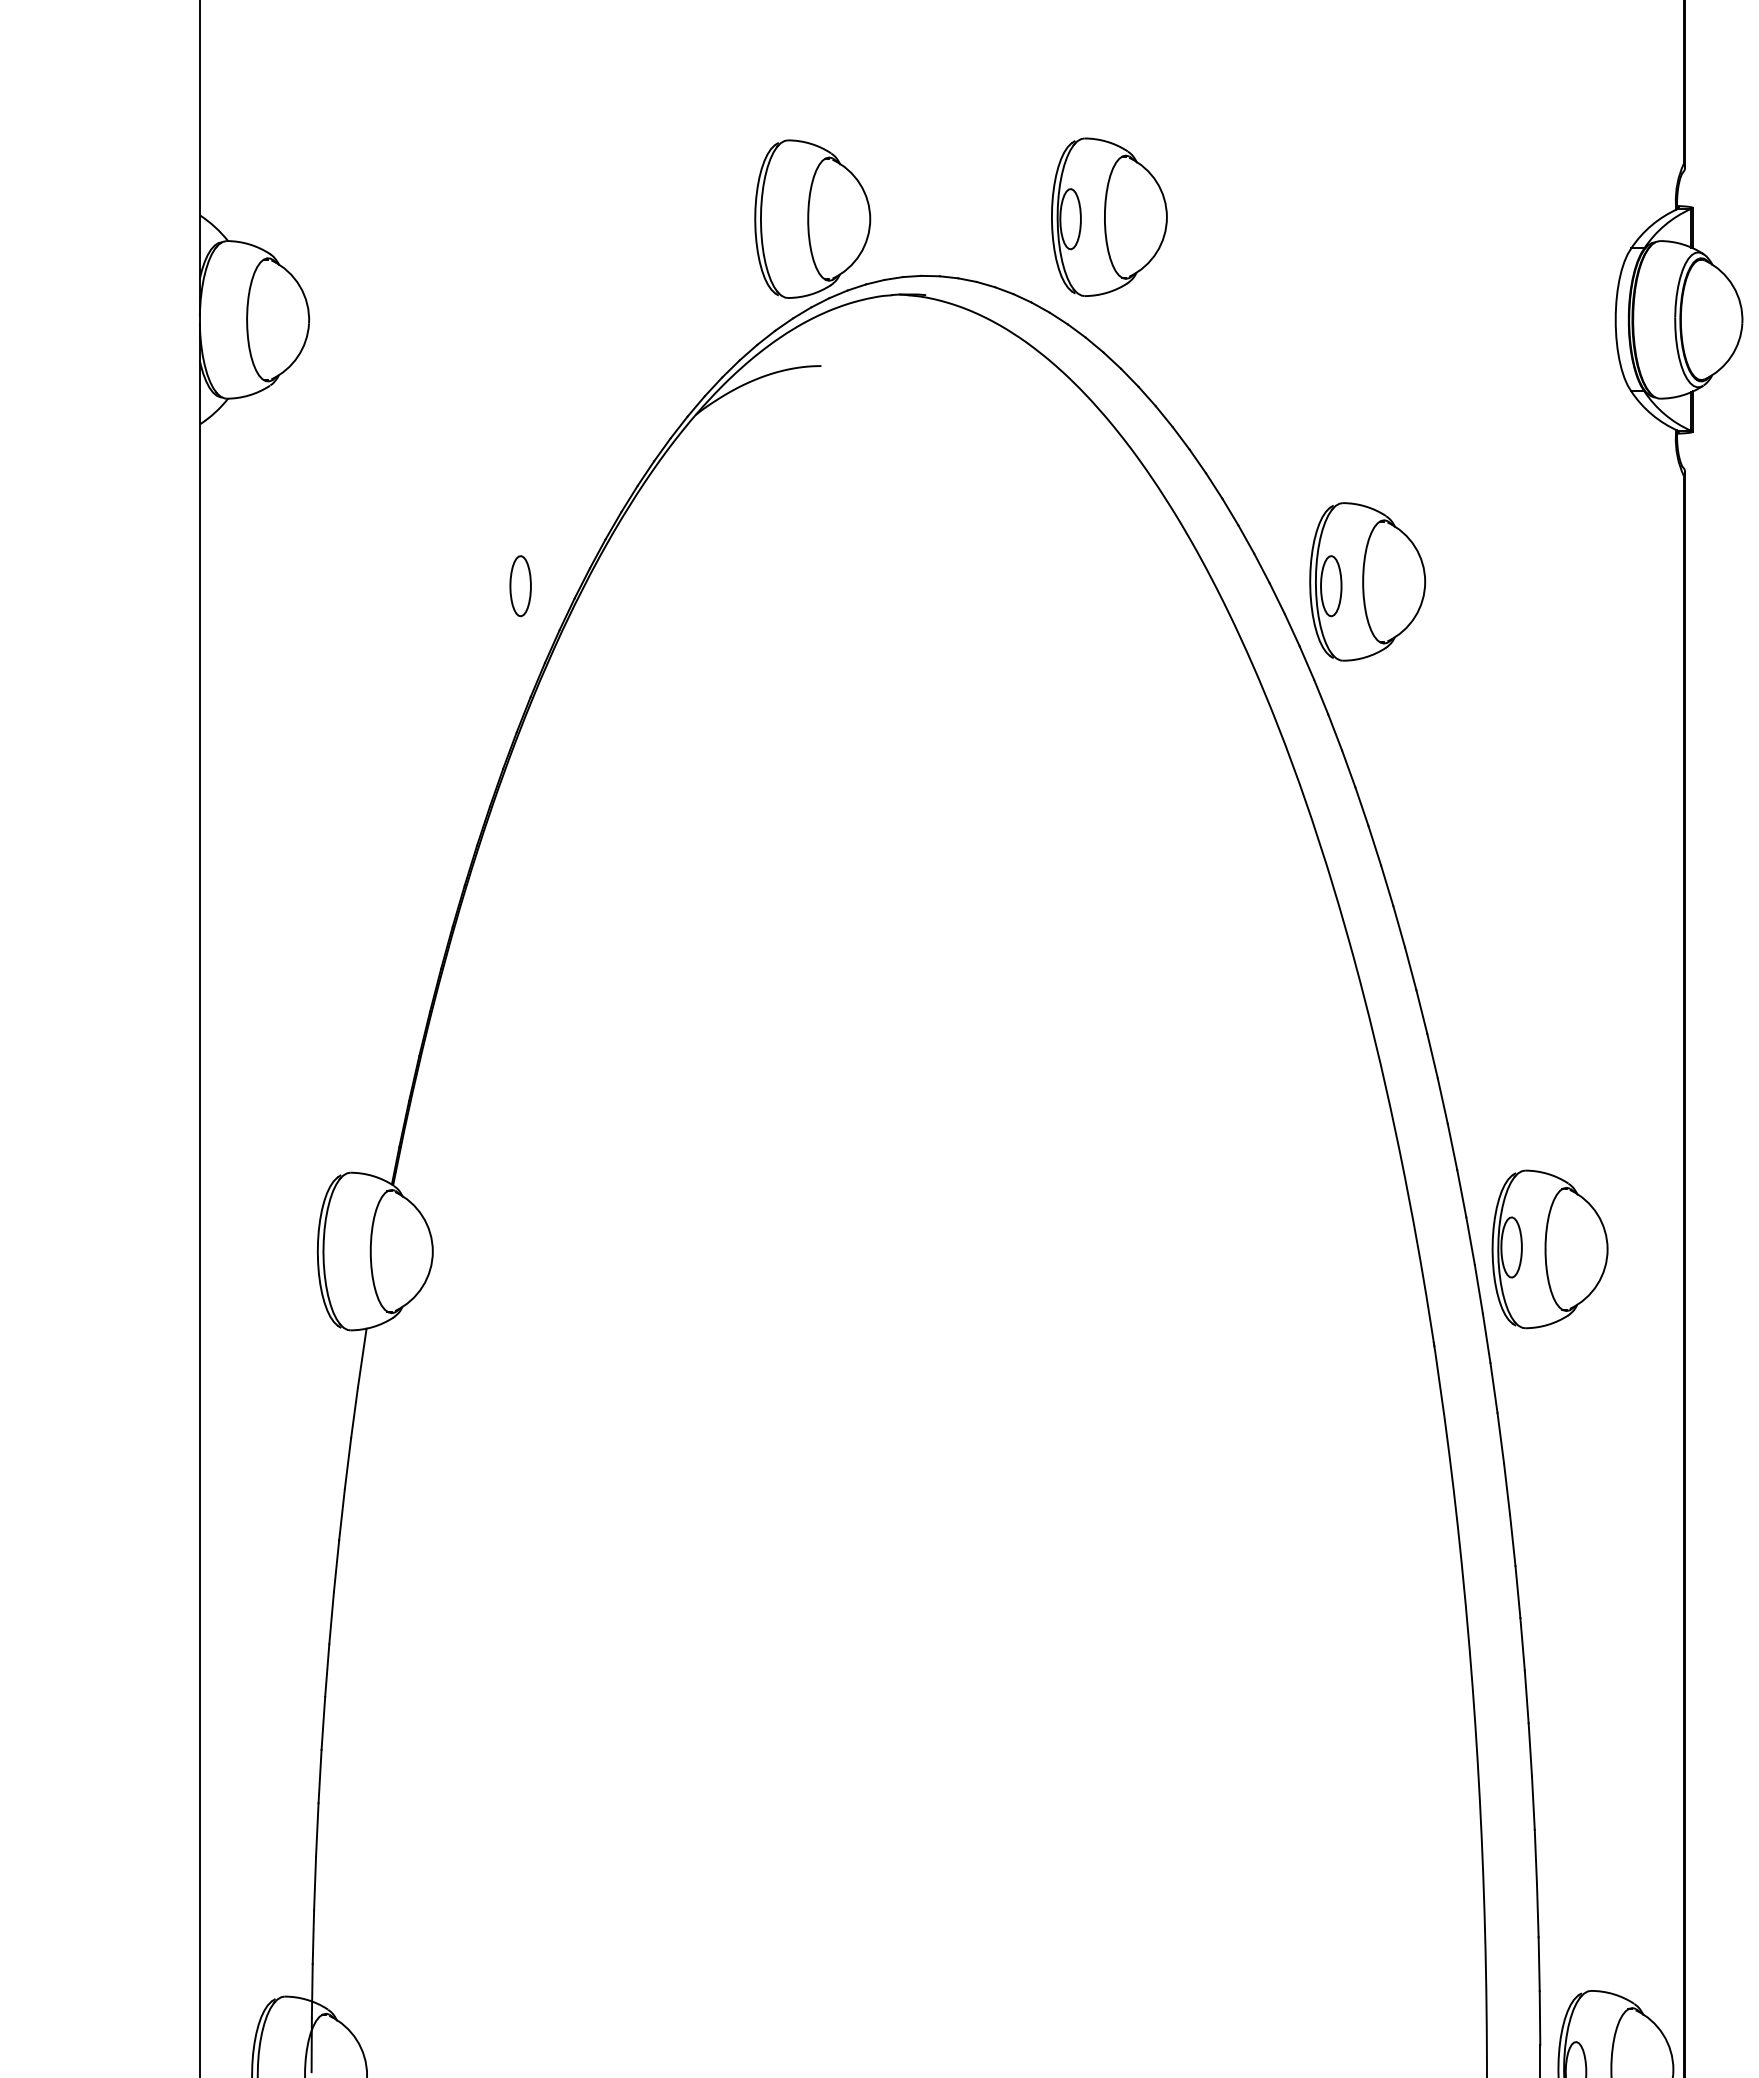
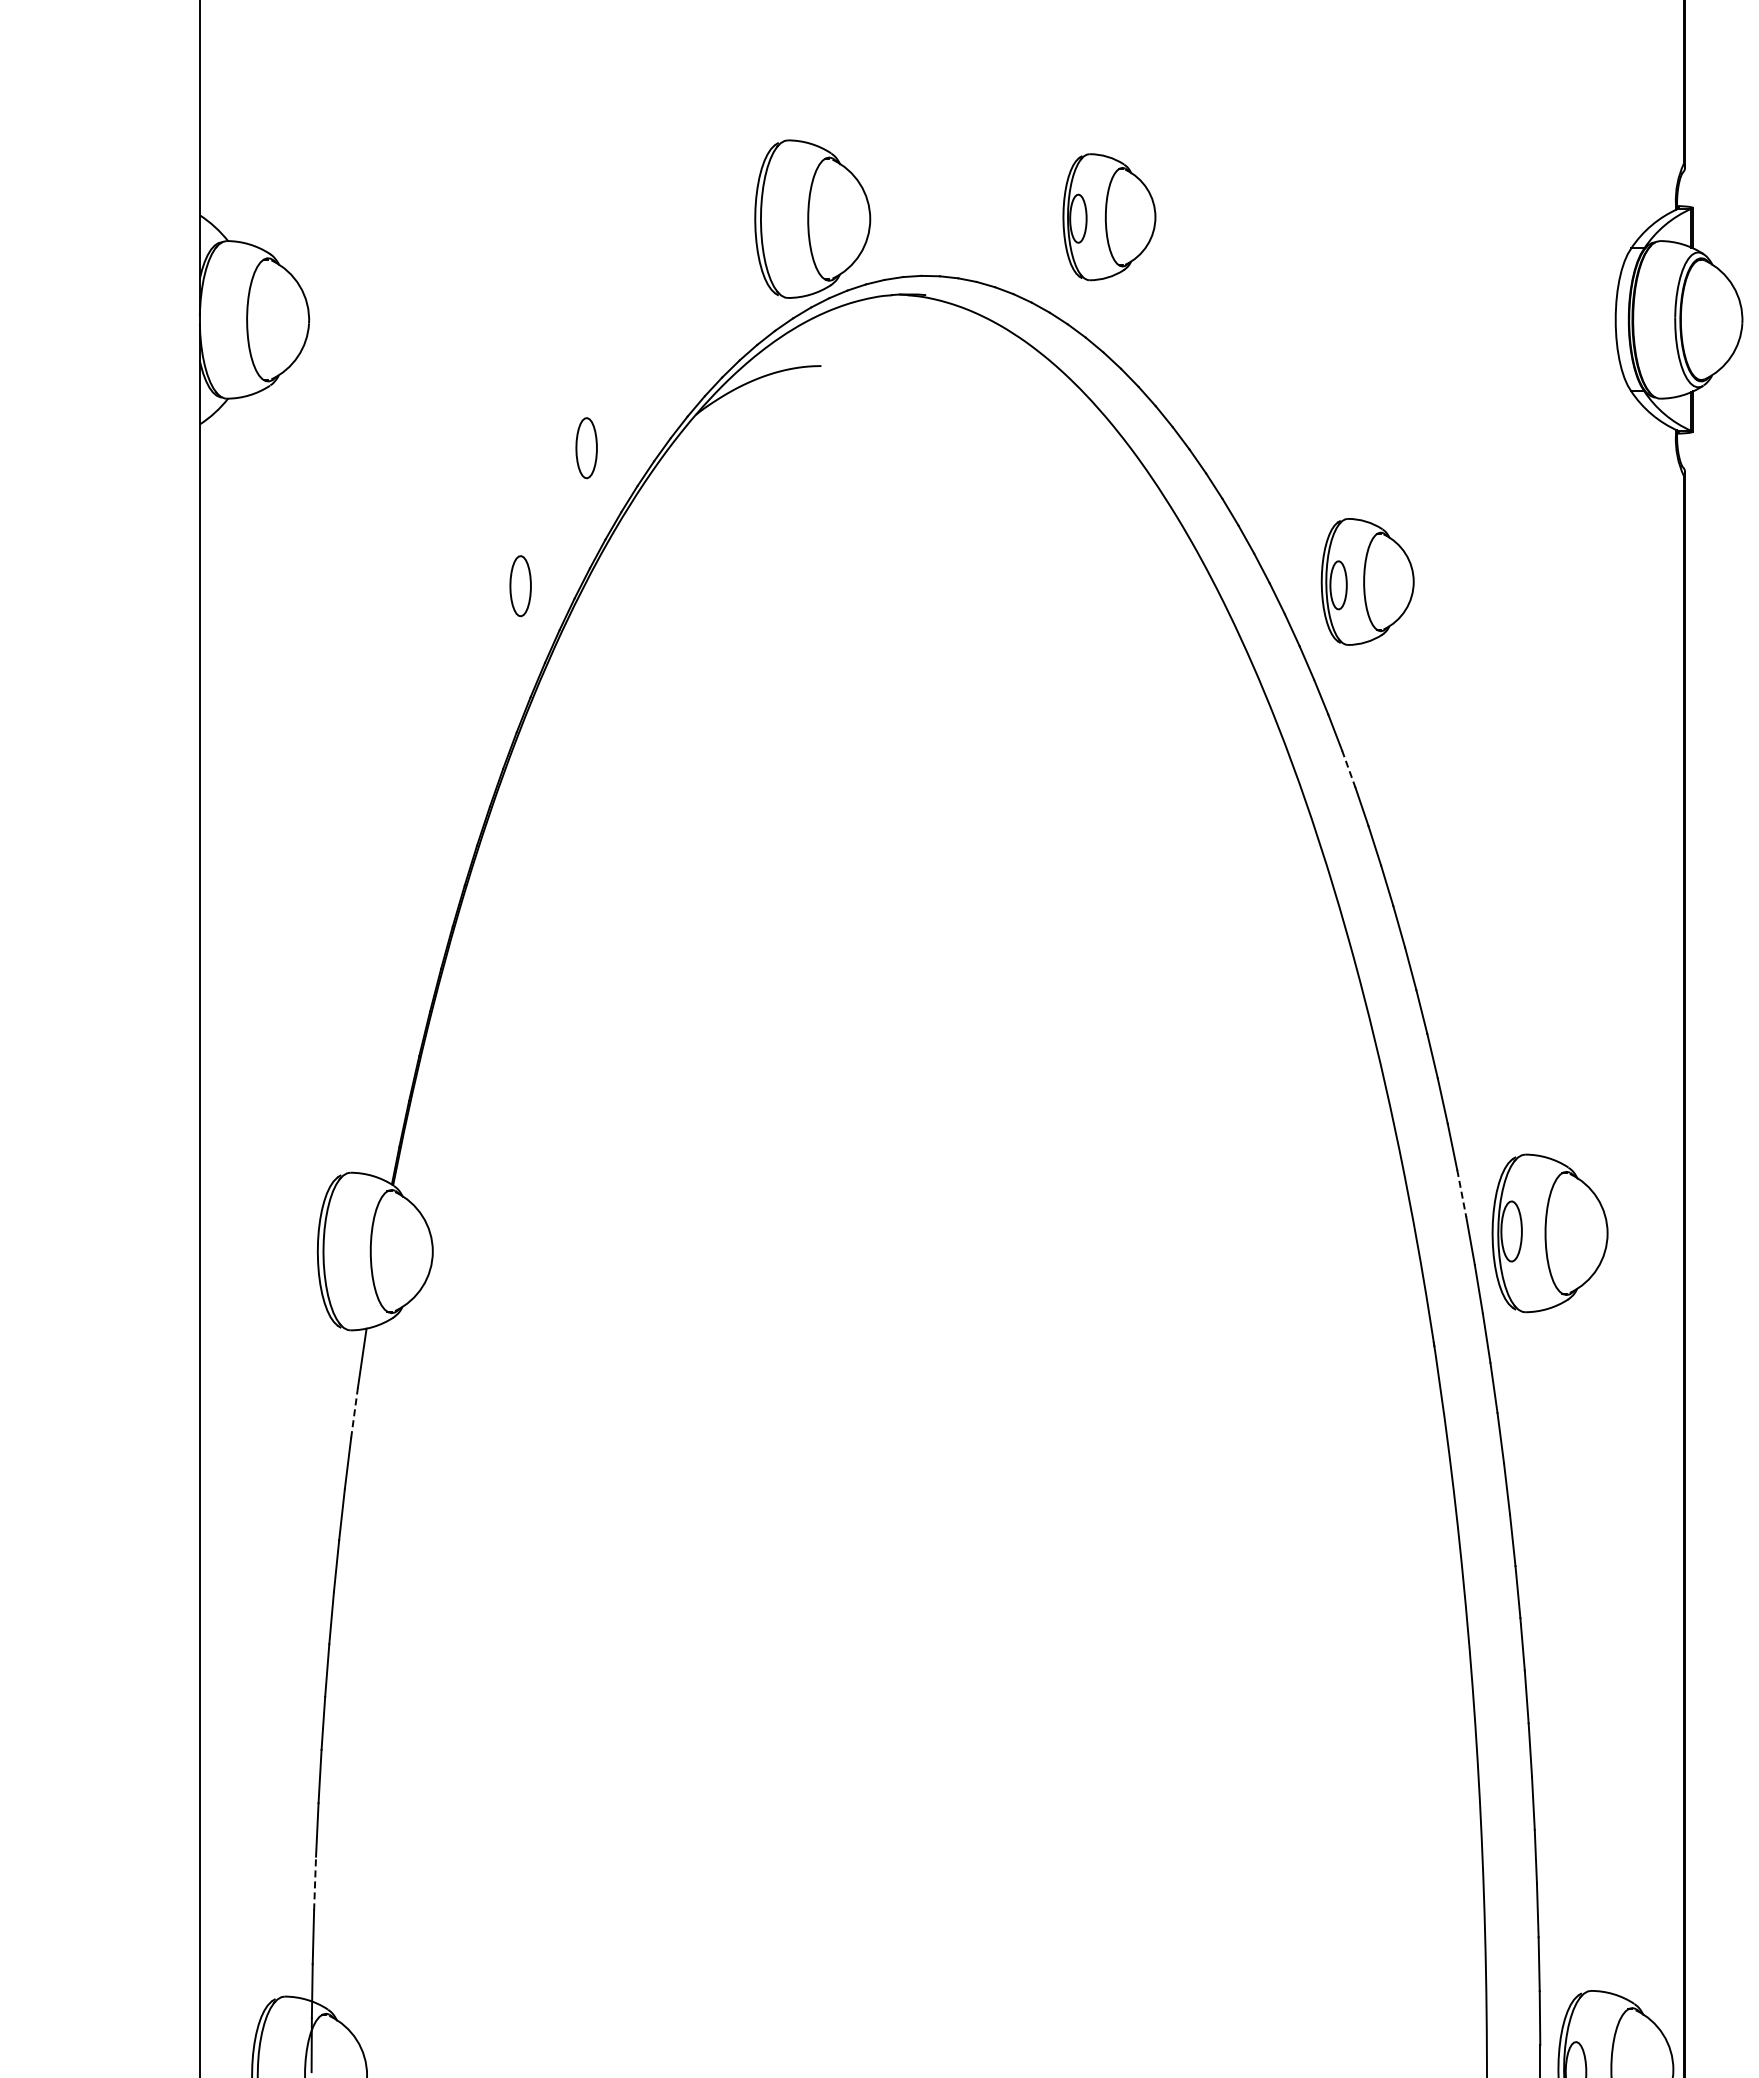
part at (1109, 216) size: 117x160 px -> 95x129 px
part at (586, 448): none -> present
part at (1367, 581) size: 118x160 px -> 95x128 px
line at (1348, 769): solid -> dashed
line at (1461, 1193): solid -> dashed
part at (1549, 1249) position: (1549, 1249) -> (1549, 1233)
line at (354, 1412): solid -> dashed
line at (315, 1883): solid -> dashed
